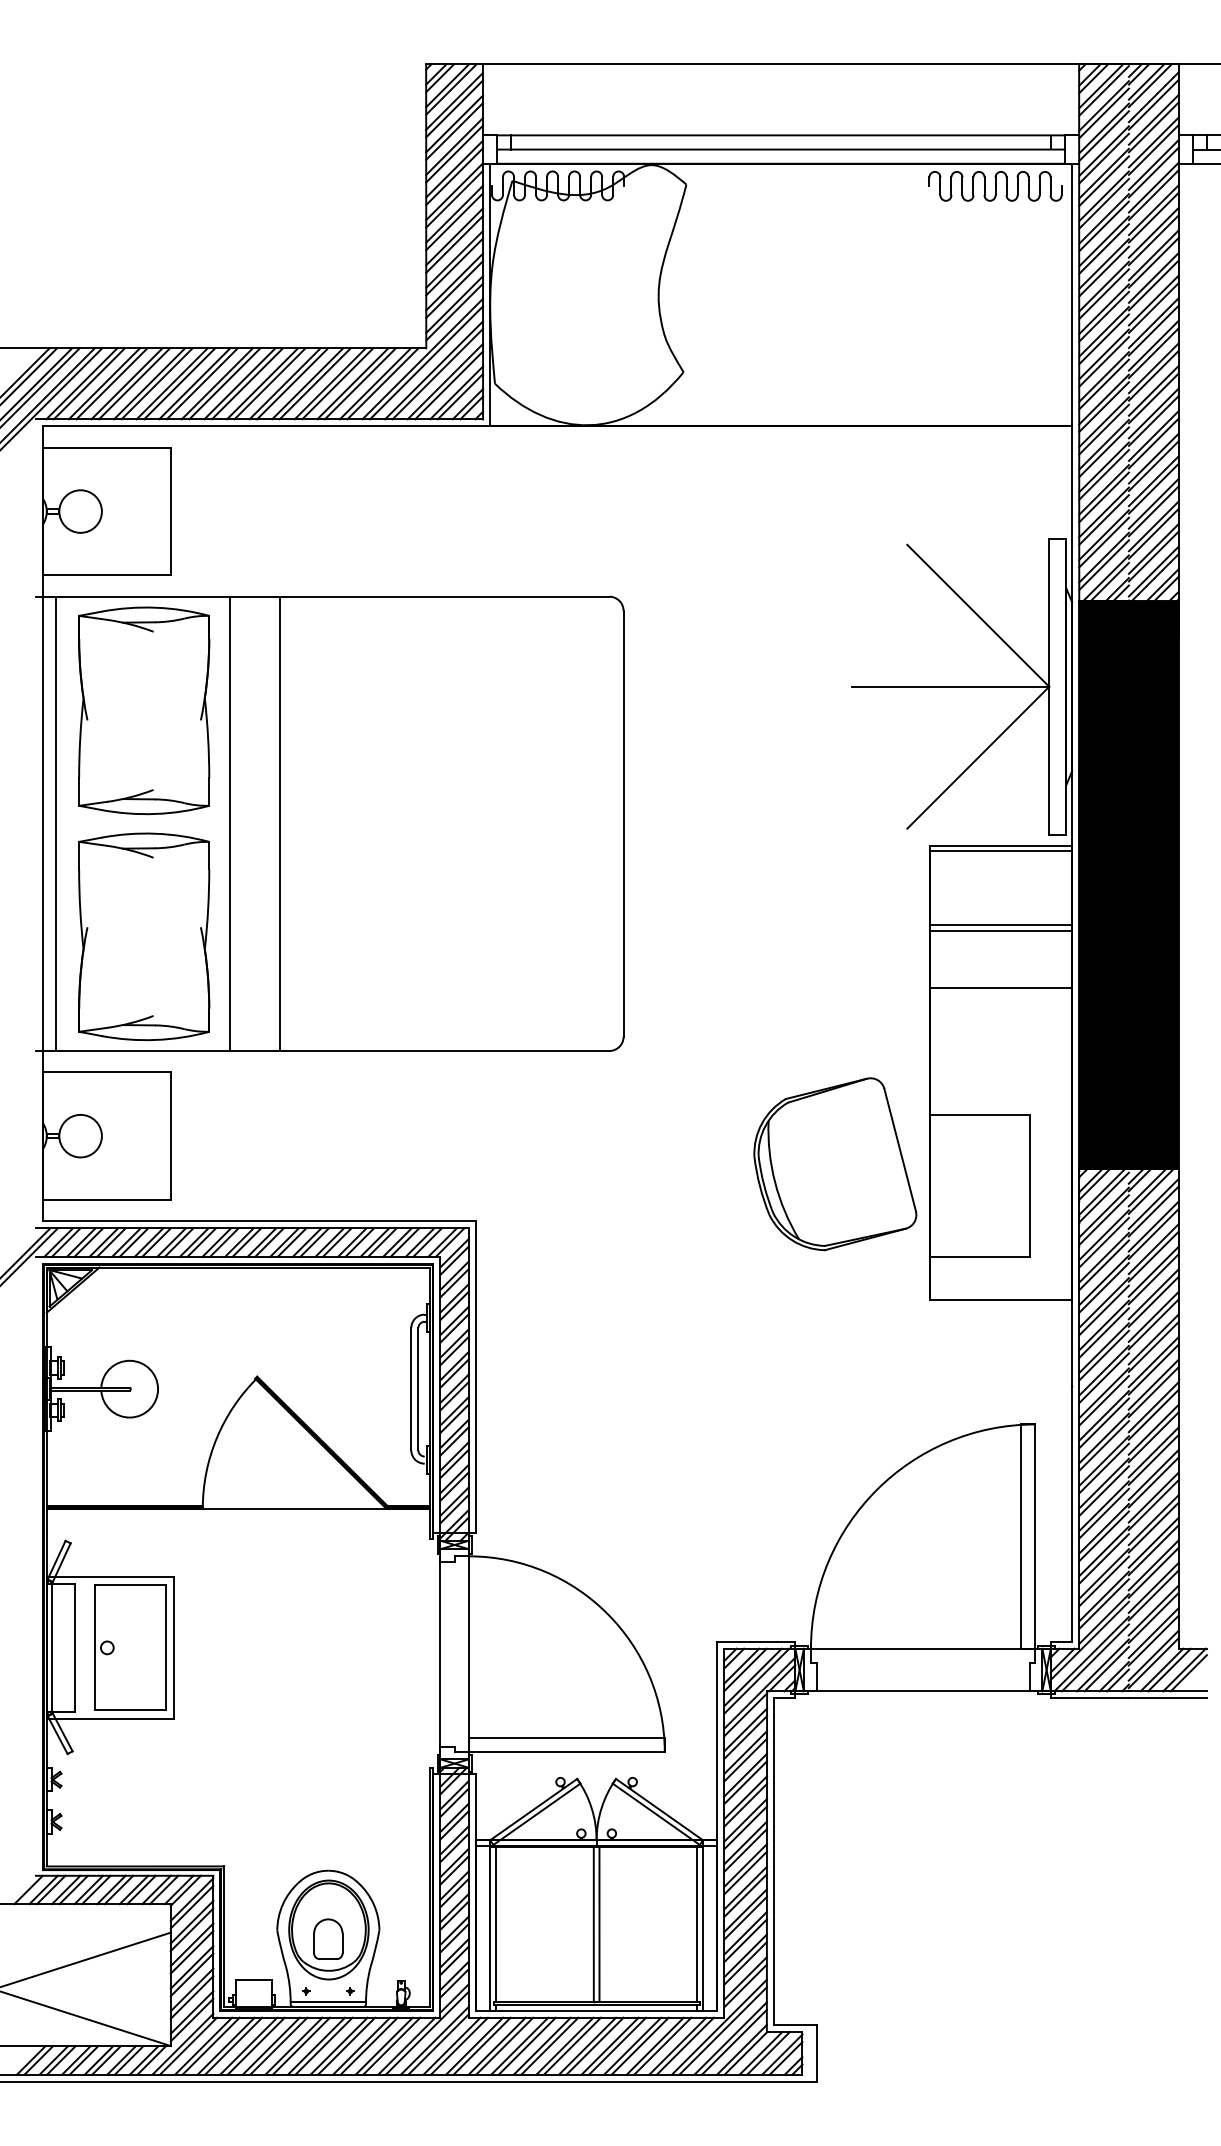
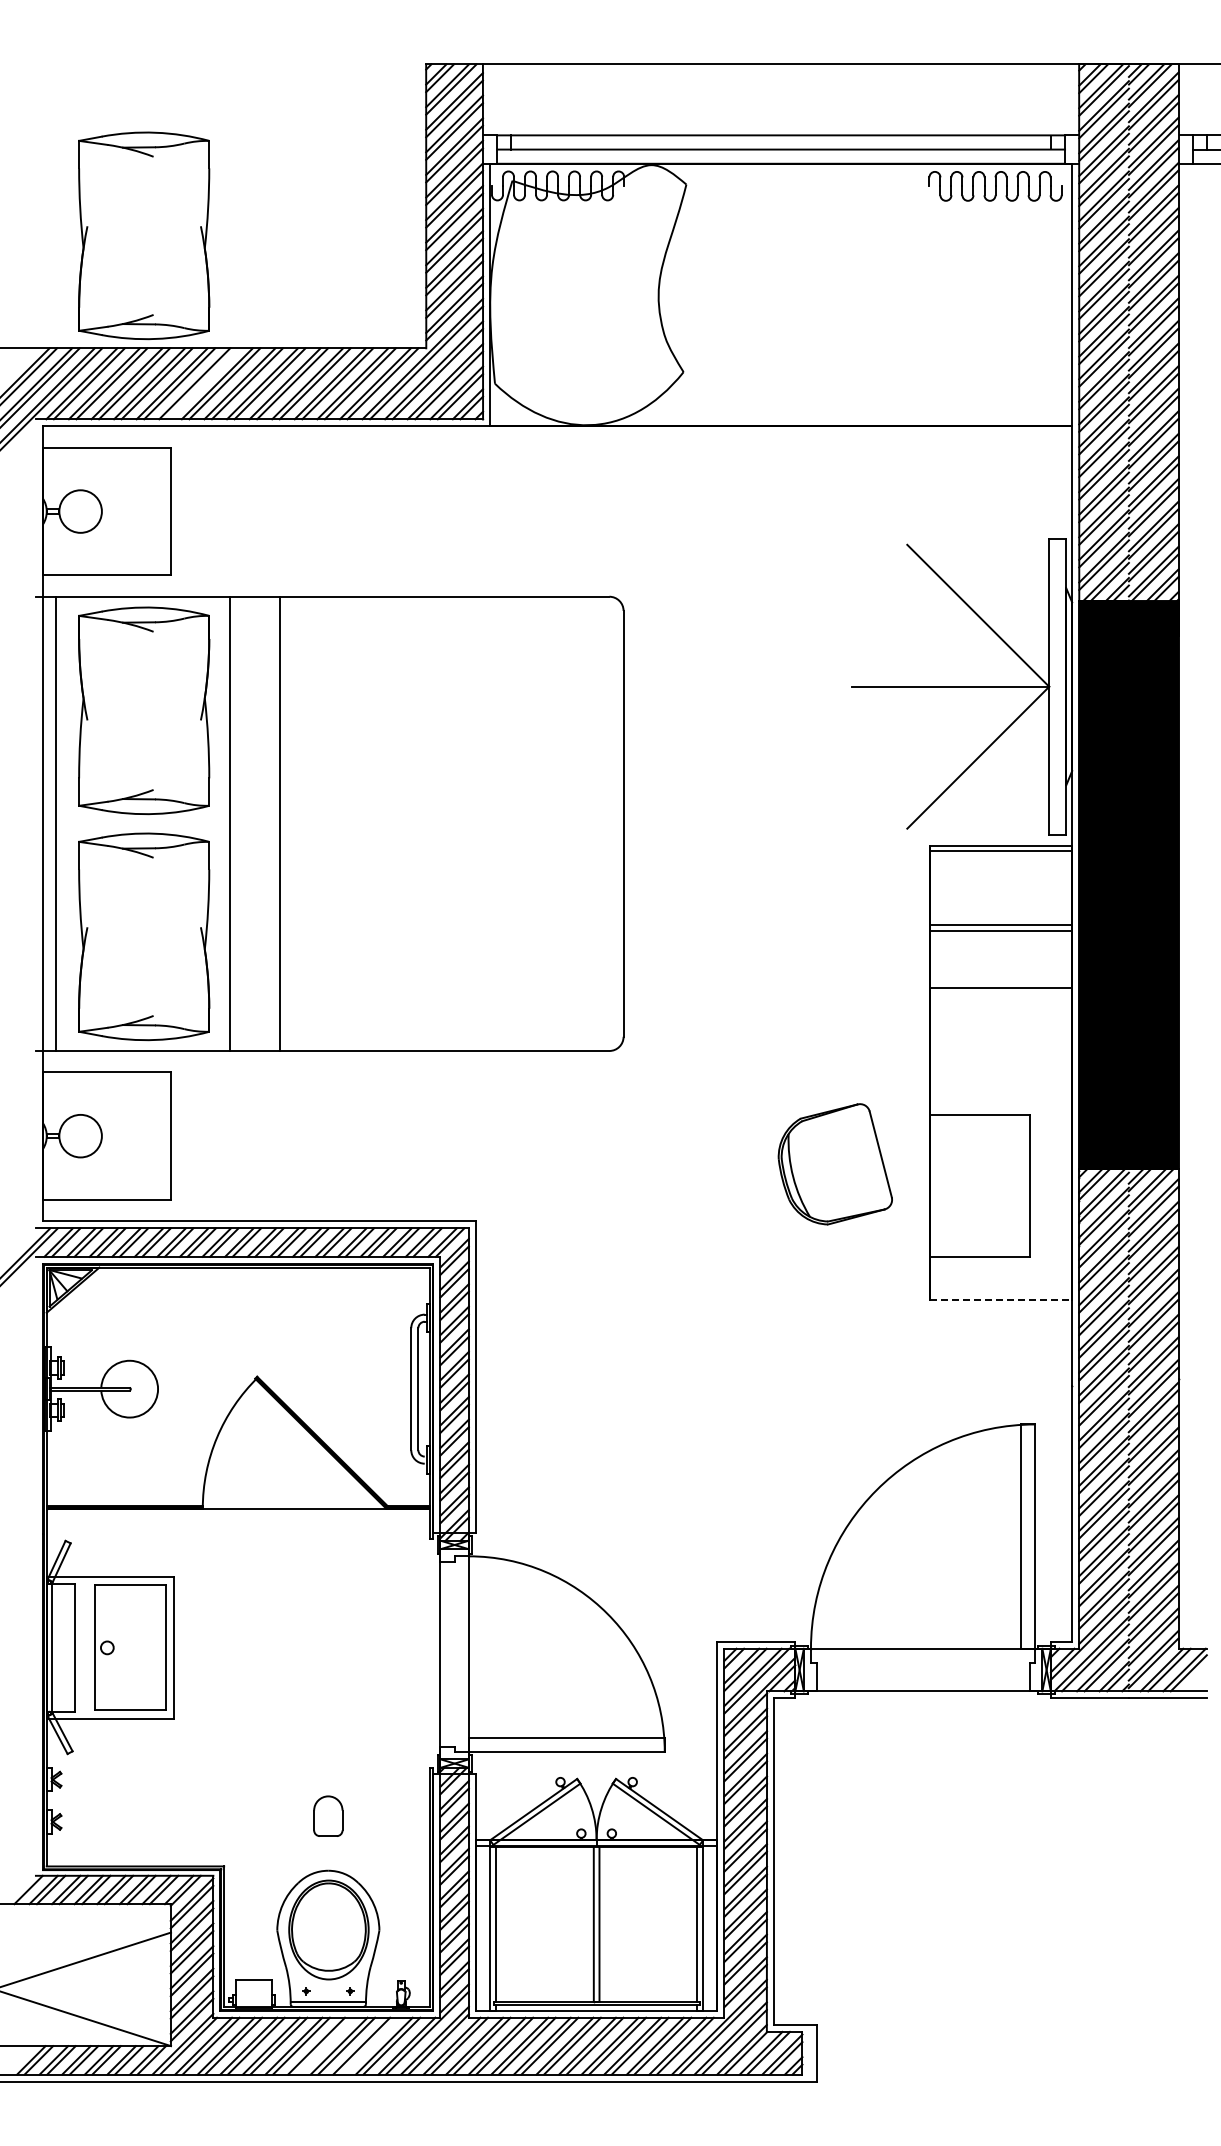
part at (144, 235): none -> present
line at (201, 383): present -> none
part at (835, 1164) size: 165x175 px -> 116x123 px
line at (1001, 1299): solid -> dashed
part at (328, 1938) position: (328, 1938) -> (328, 1815)
line at (323, 2045): present -> none
line at (368, 2045): present -> none
